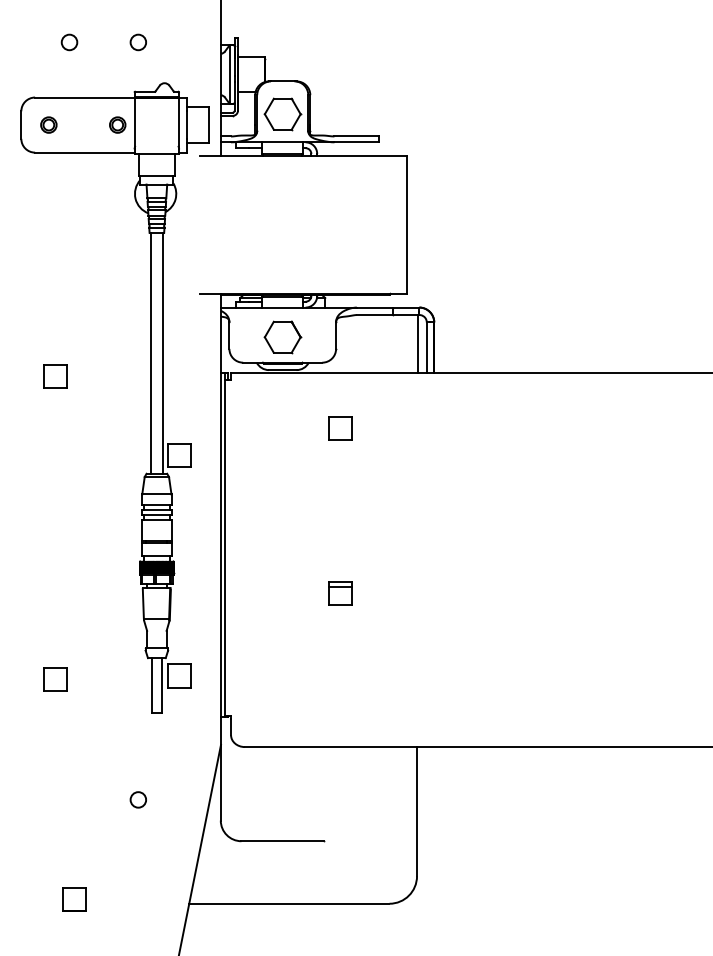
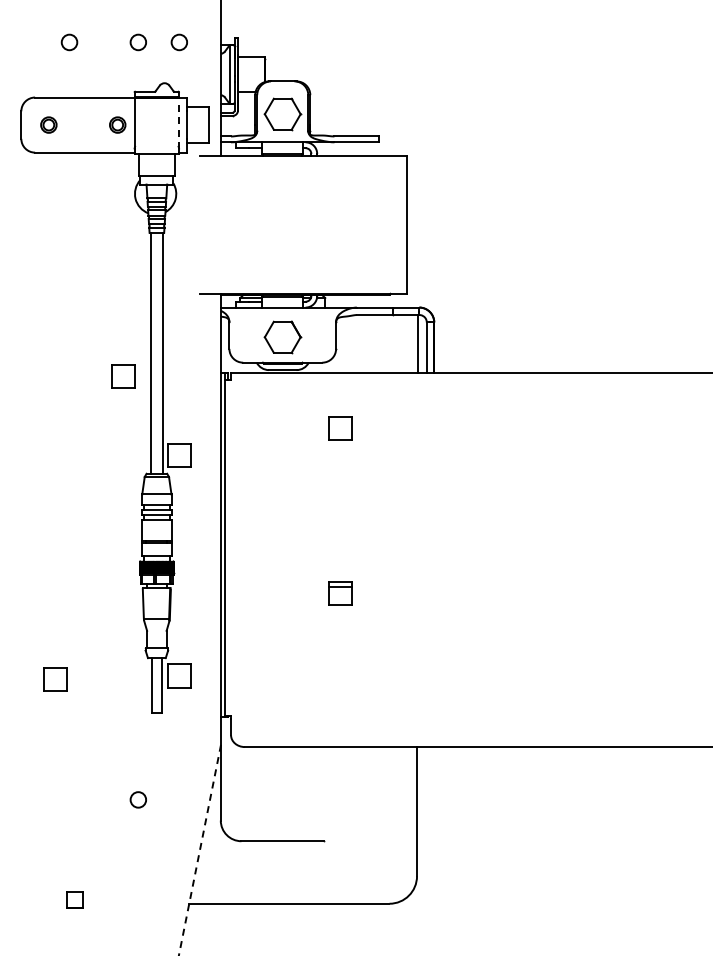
circle at (178, 42): none -> present
line at (179, 123): solid -> dashed
part at (55, 376) position: (55, 376) -> (123, 376)
line at (199, 850): solid -> dashed
part at (74, 899) size: 25x25 px -> 18x18 px
